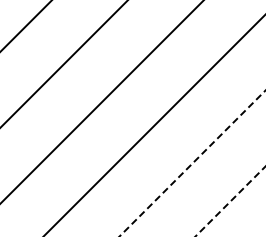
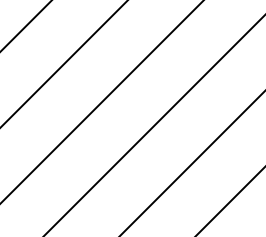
line at (192, 163): dashed -> solid
line at (230, 201): dashed -> solid
